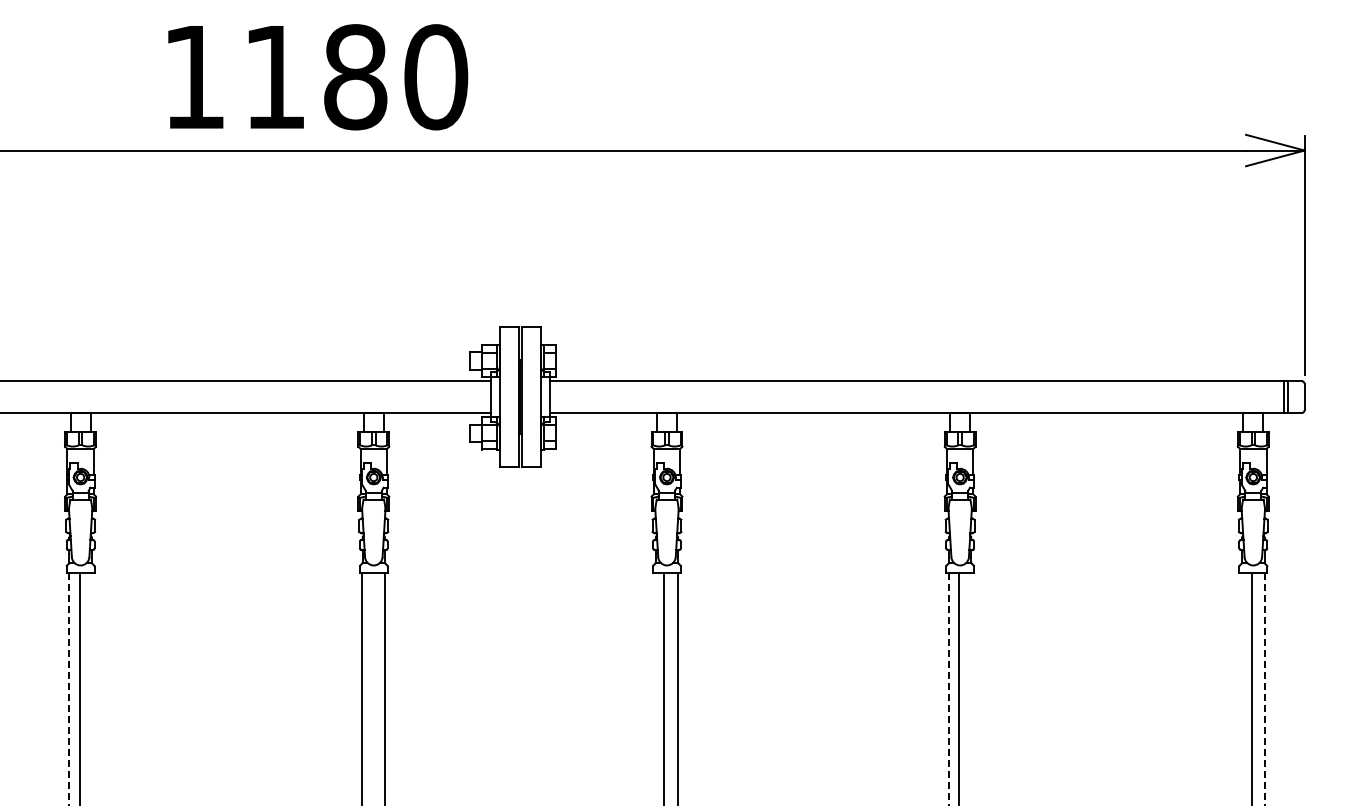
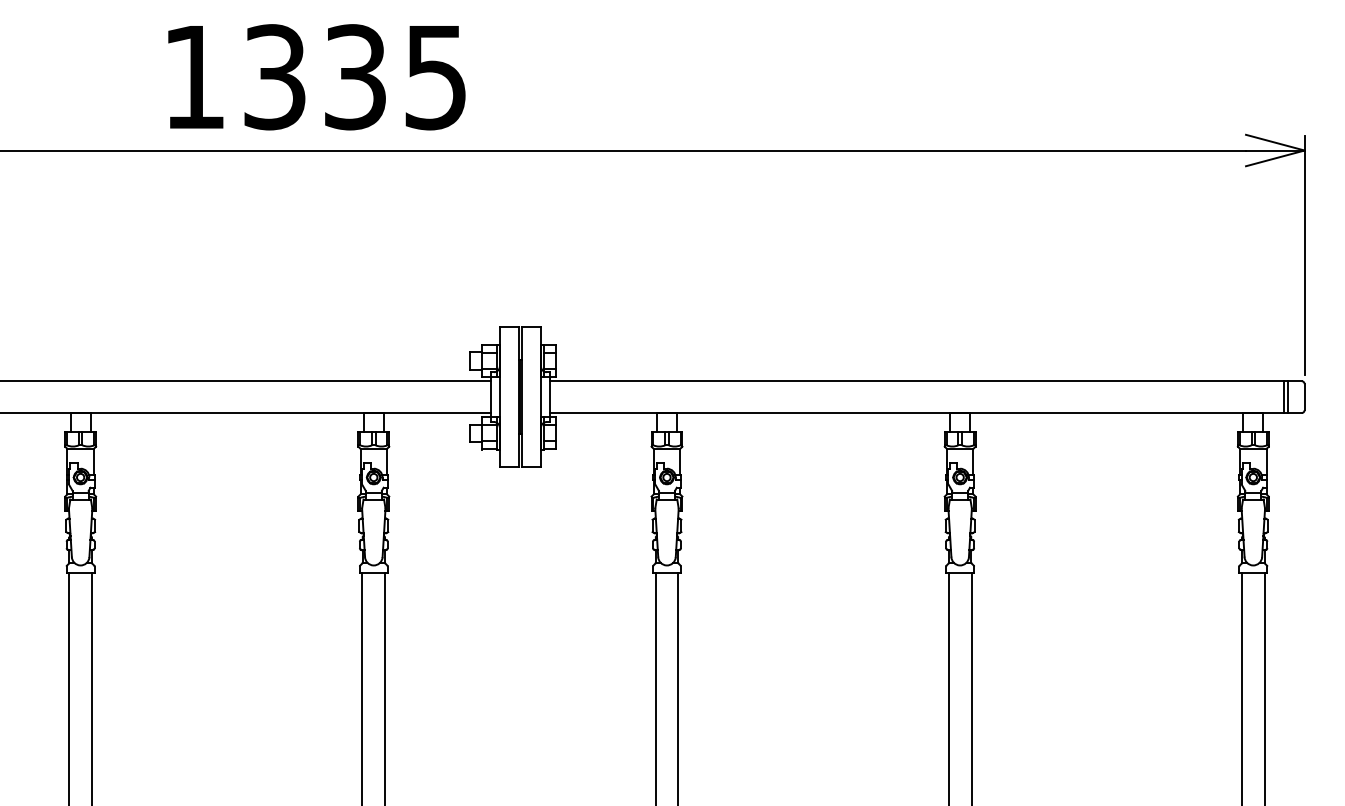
text at (356, 77): 1180 -> 1335
line at (80, 687) position: (80, 687) -> (92, 687)
line at (663, 687) position: (663, 687) -> (655, 687)
line at (958, 687) position: (958, 687) -> (971, 687)
line at (1251, 687) position: (1251, 687) -> (1241, 687)
line at (69, 689): dashed -> solid
line at (948, 689): dashed -> solid
line at (1264, 689): dashed -> solid
